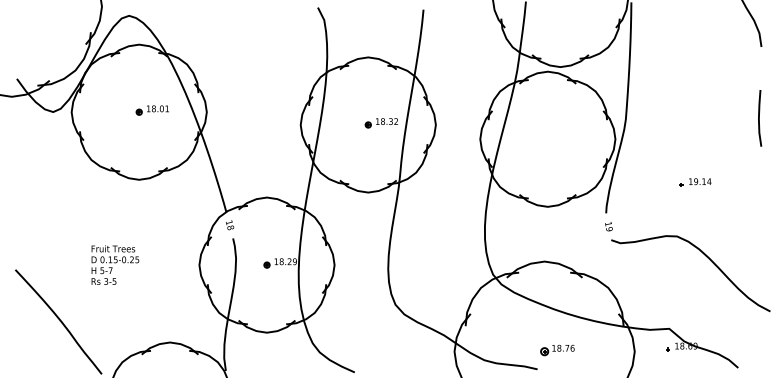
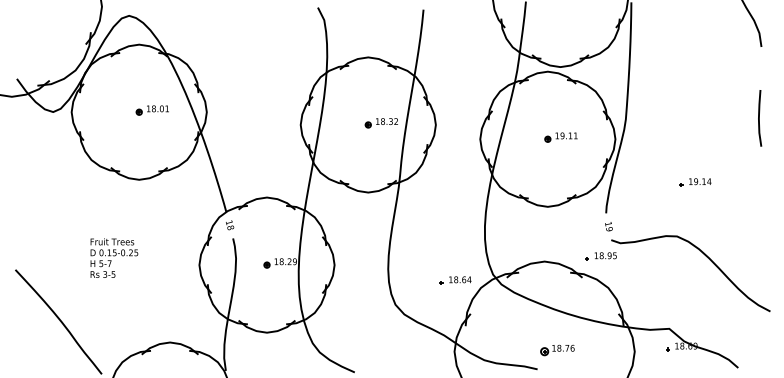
part at (560, 137): none -> present
part at (600, 256): none -> present
text at (115, 264) position: (115, 264) -> (114, 257)
part at (455, 280): none -> present
